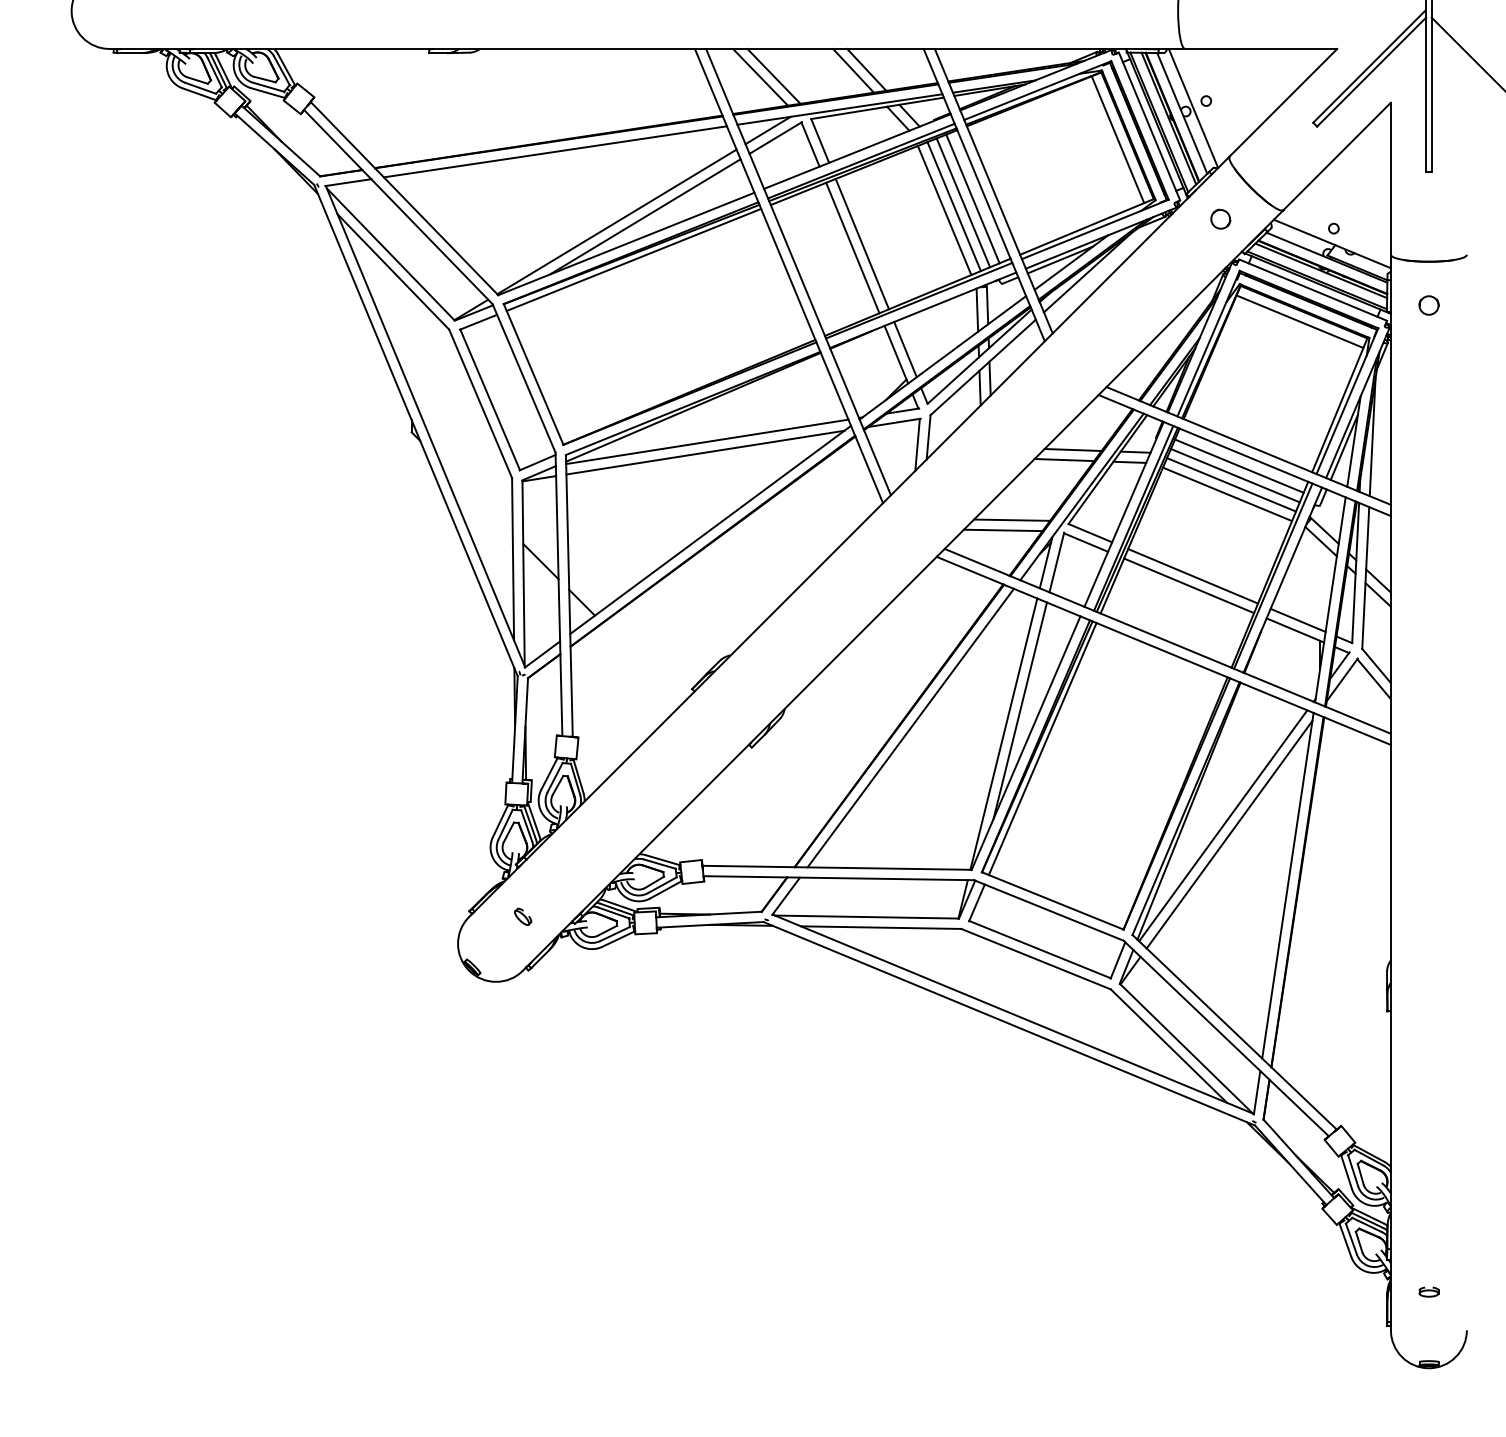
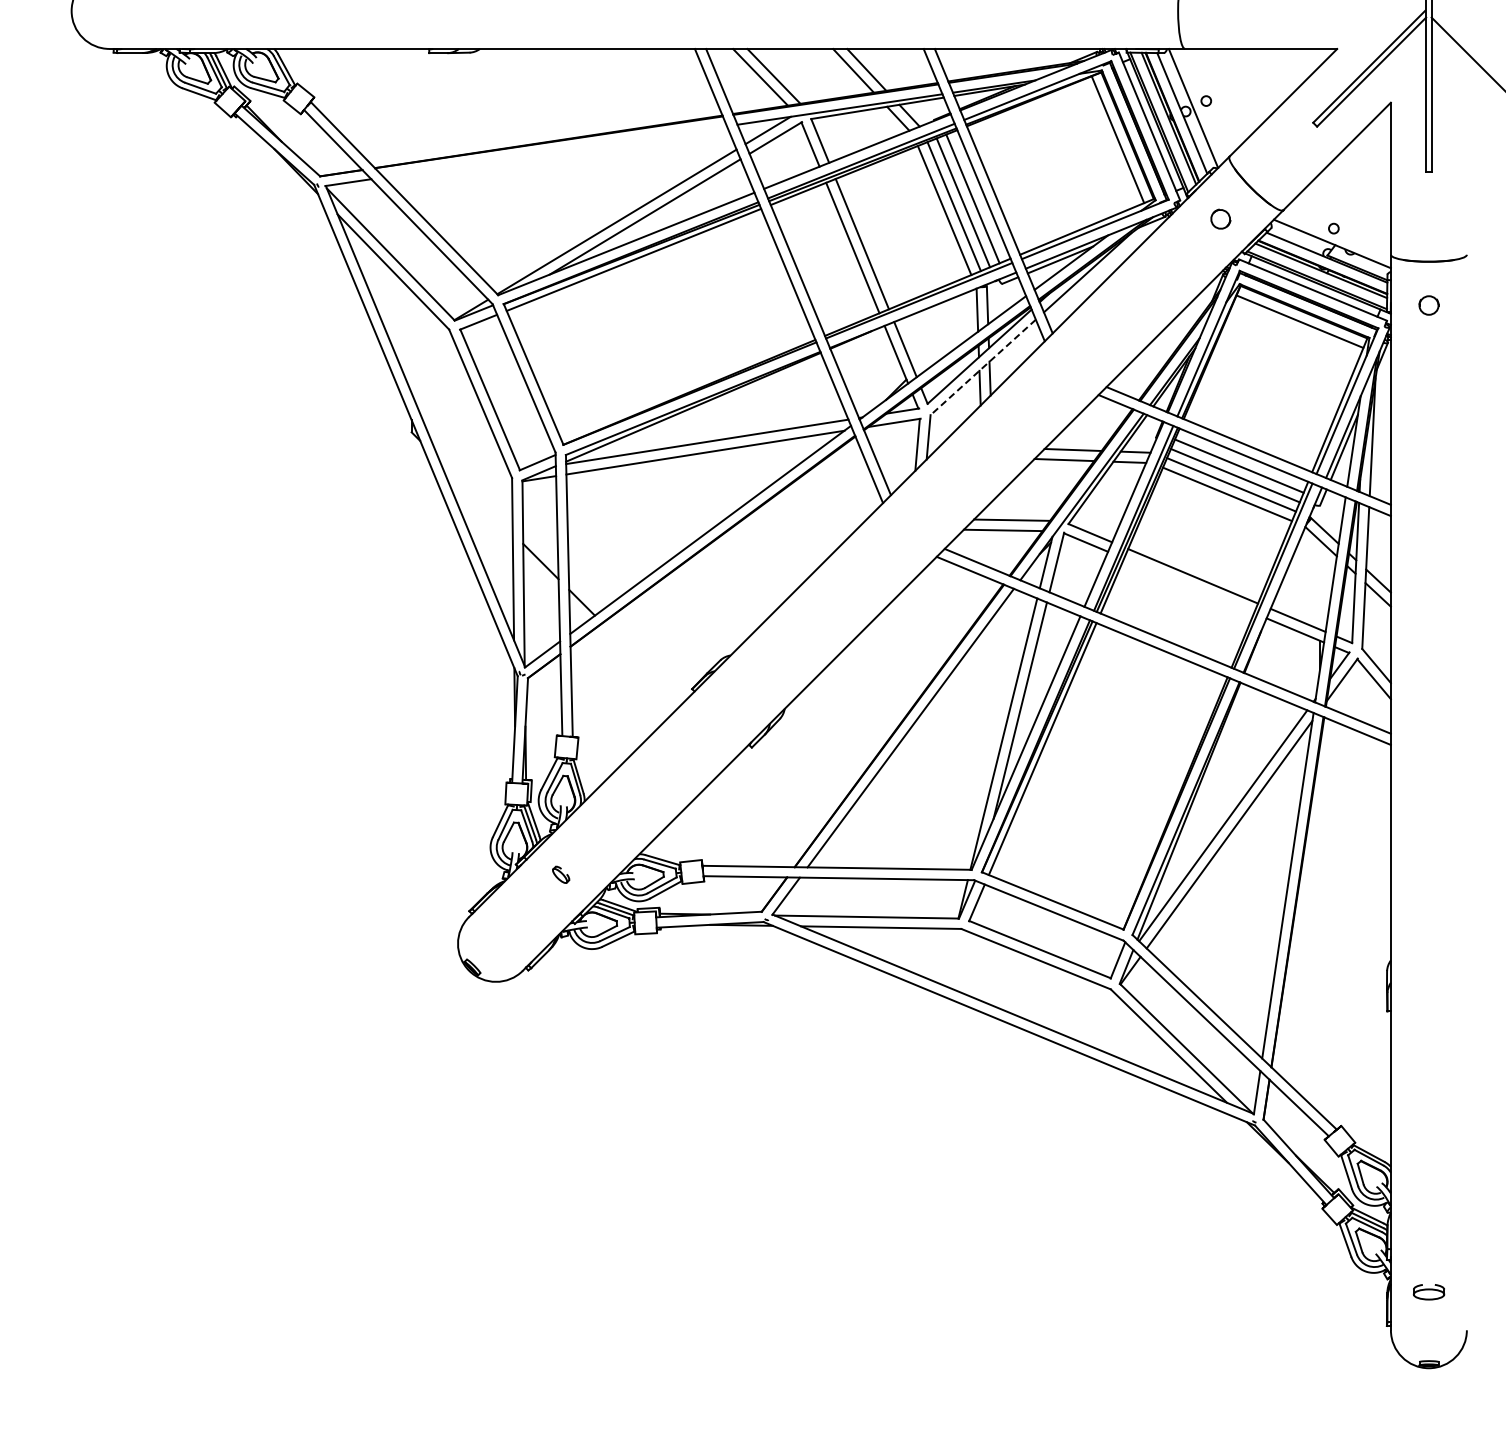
line at (554, 151): present -> none
line at (982, 367): solid -> dashed
line at (1189, 585): present -> none
part at (523, 916) position: (523, 916) -> (561, 874)
part at (1428, 1291) size: 22x12 px -> 34x17 px
